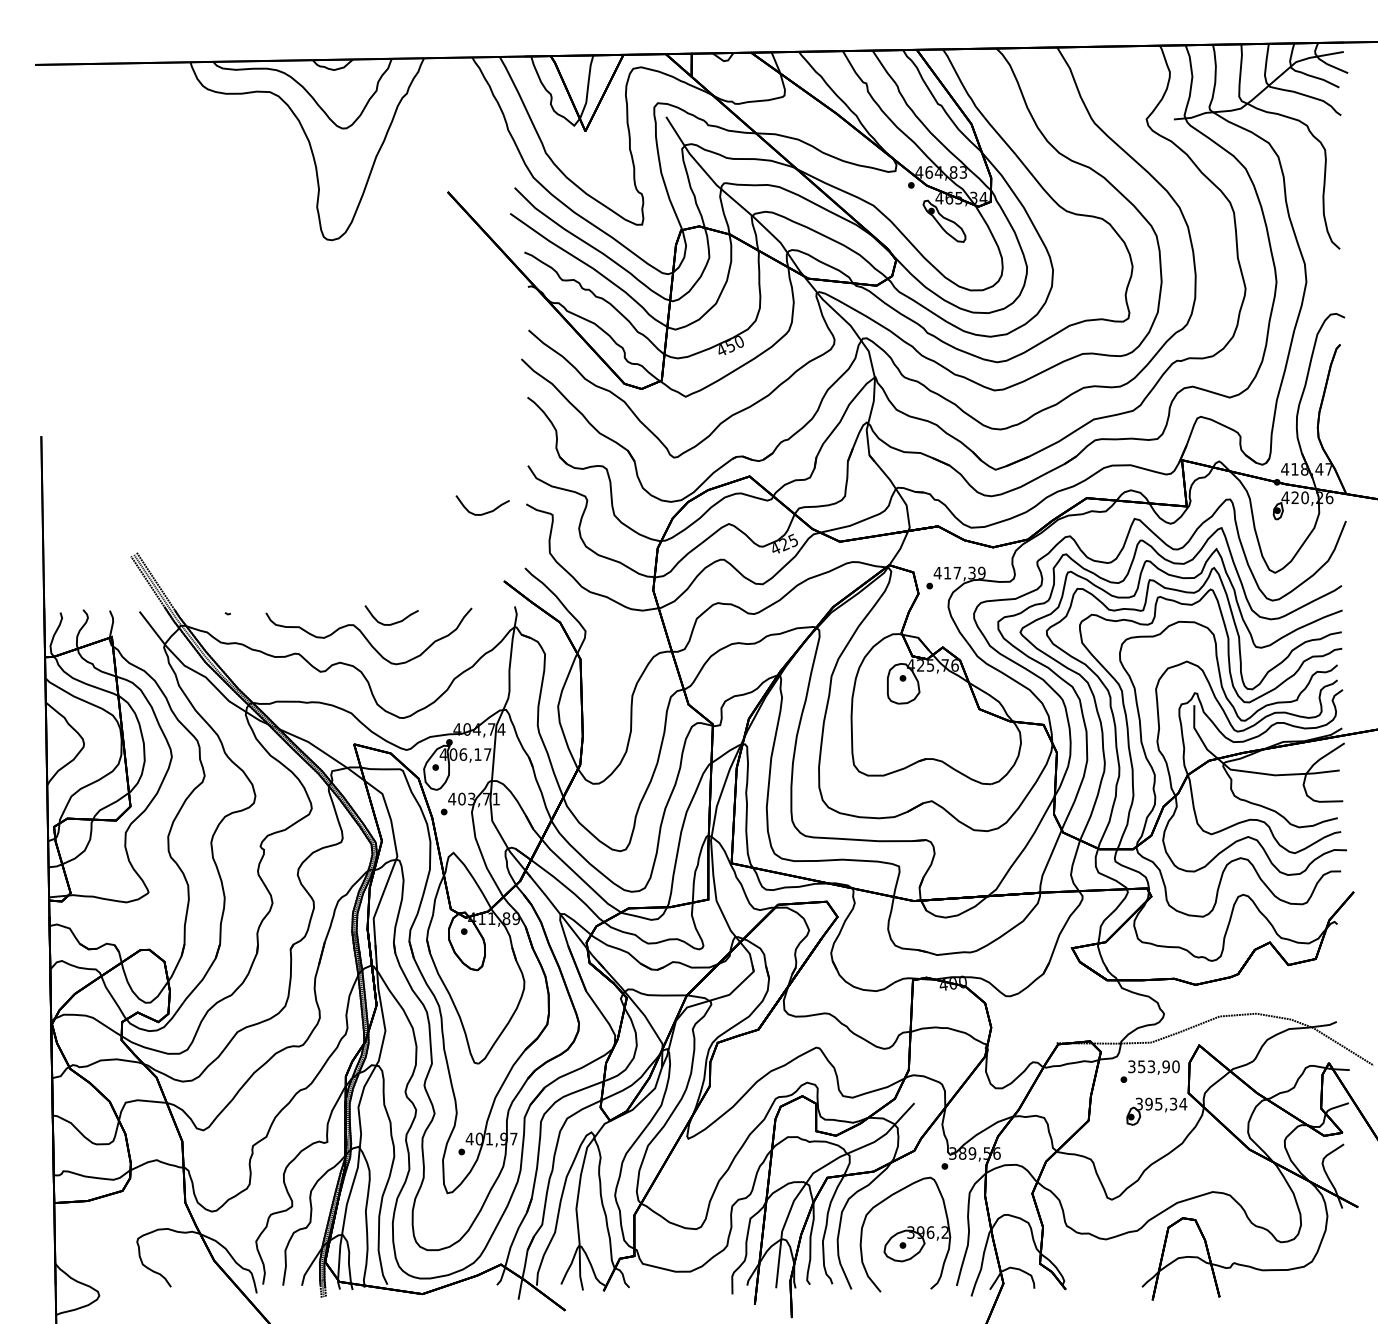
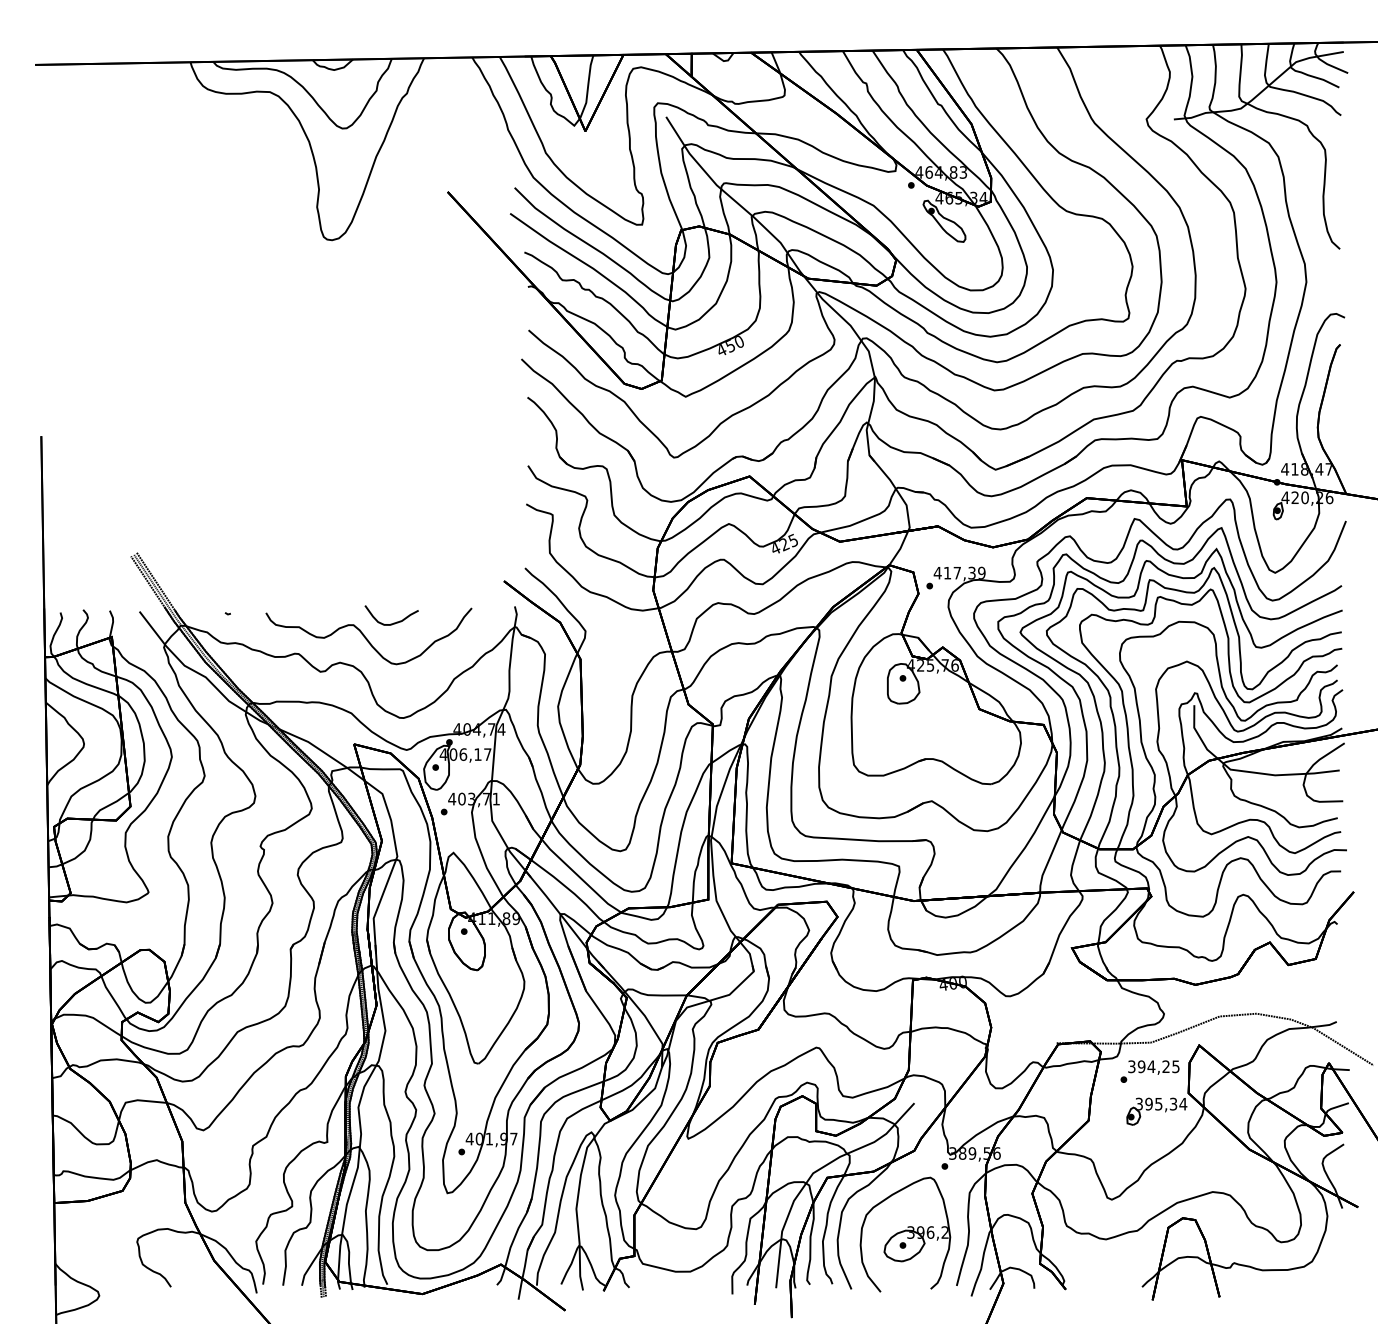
curve at (484, 512): present -> none
text at (1158, 1066): 353,90 -> 394,25
